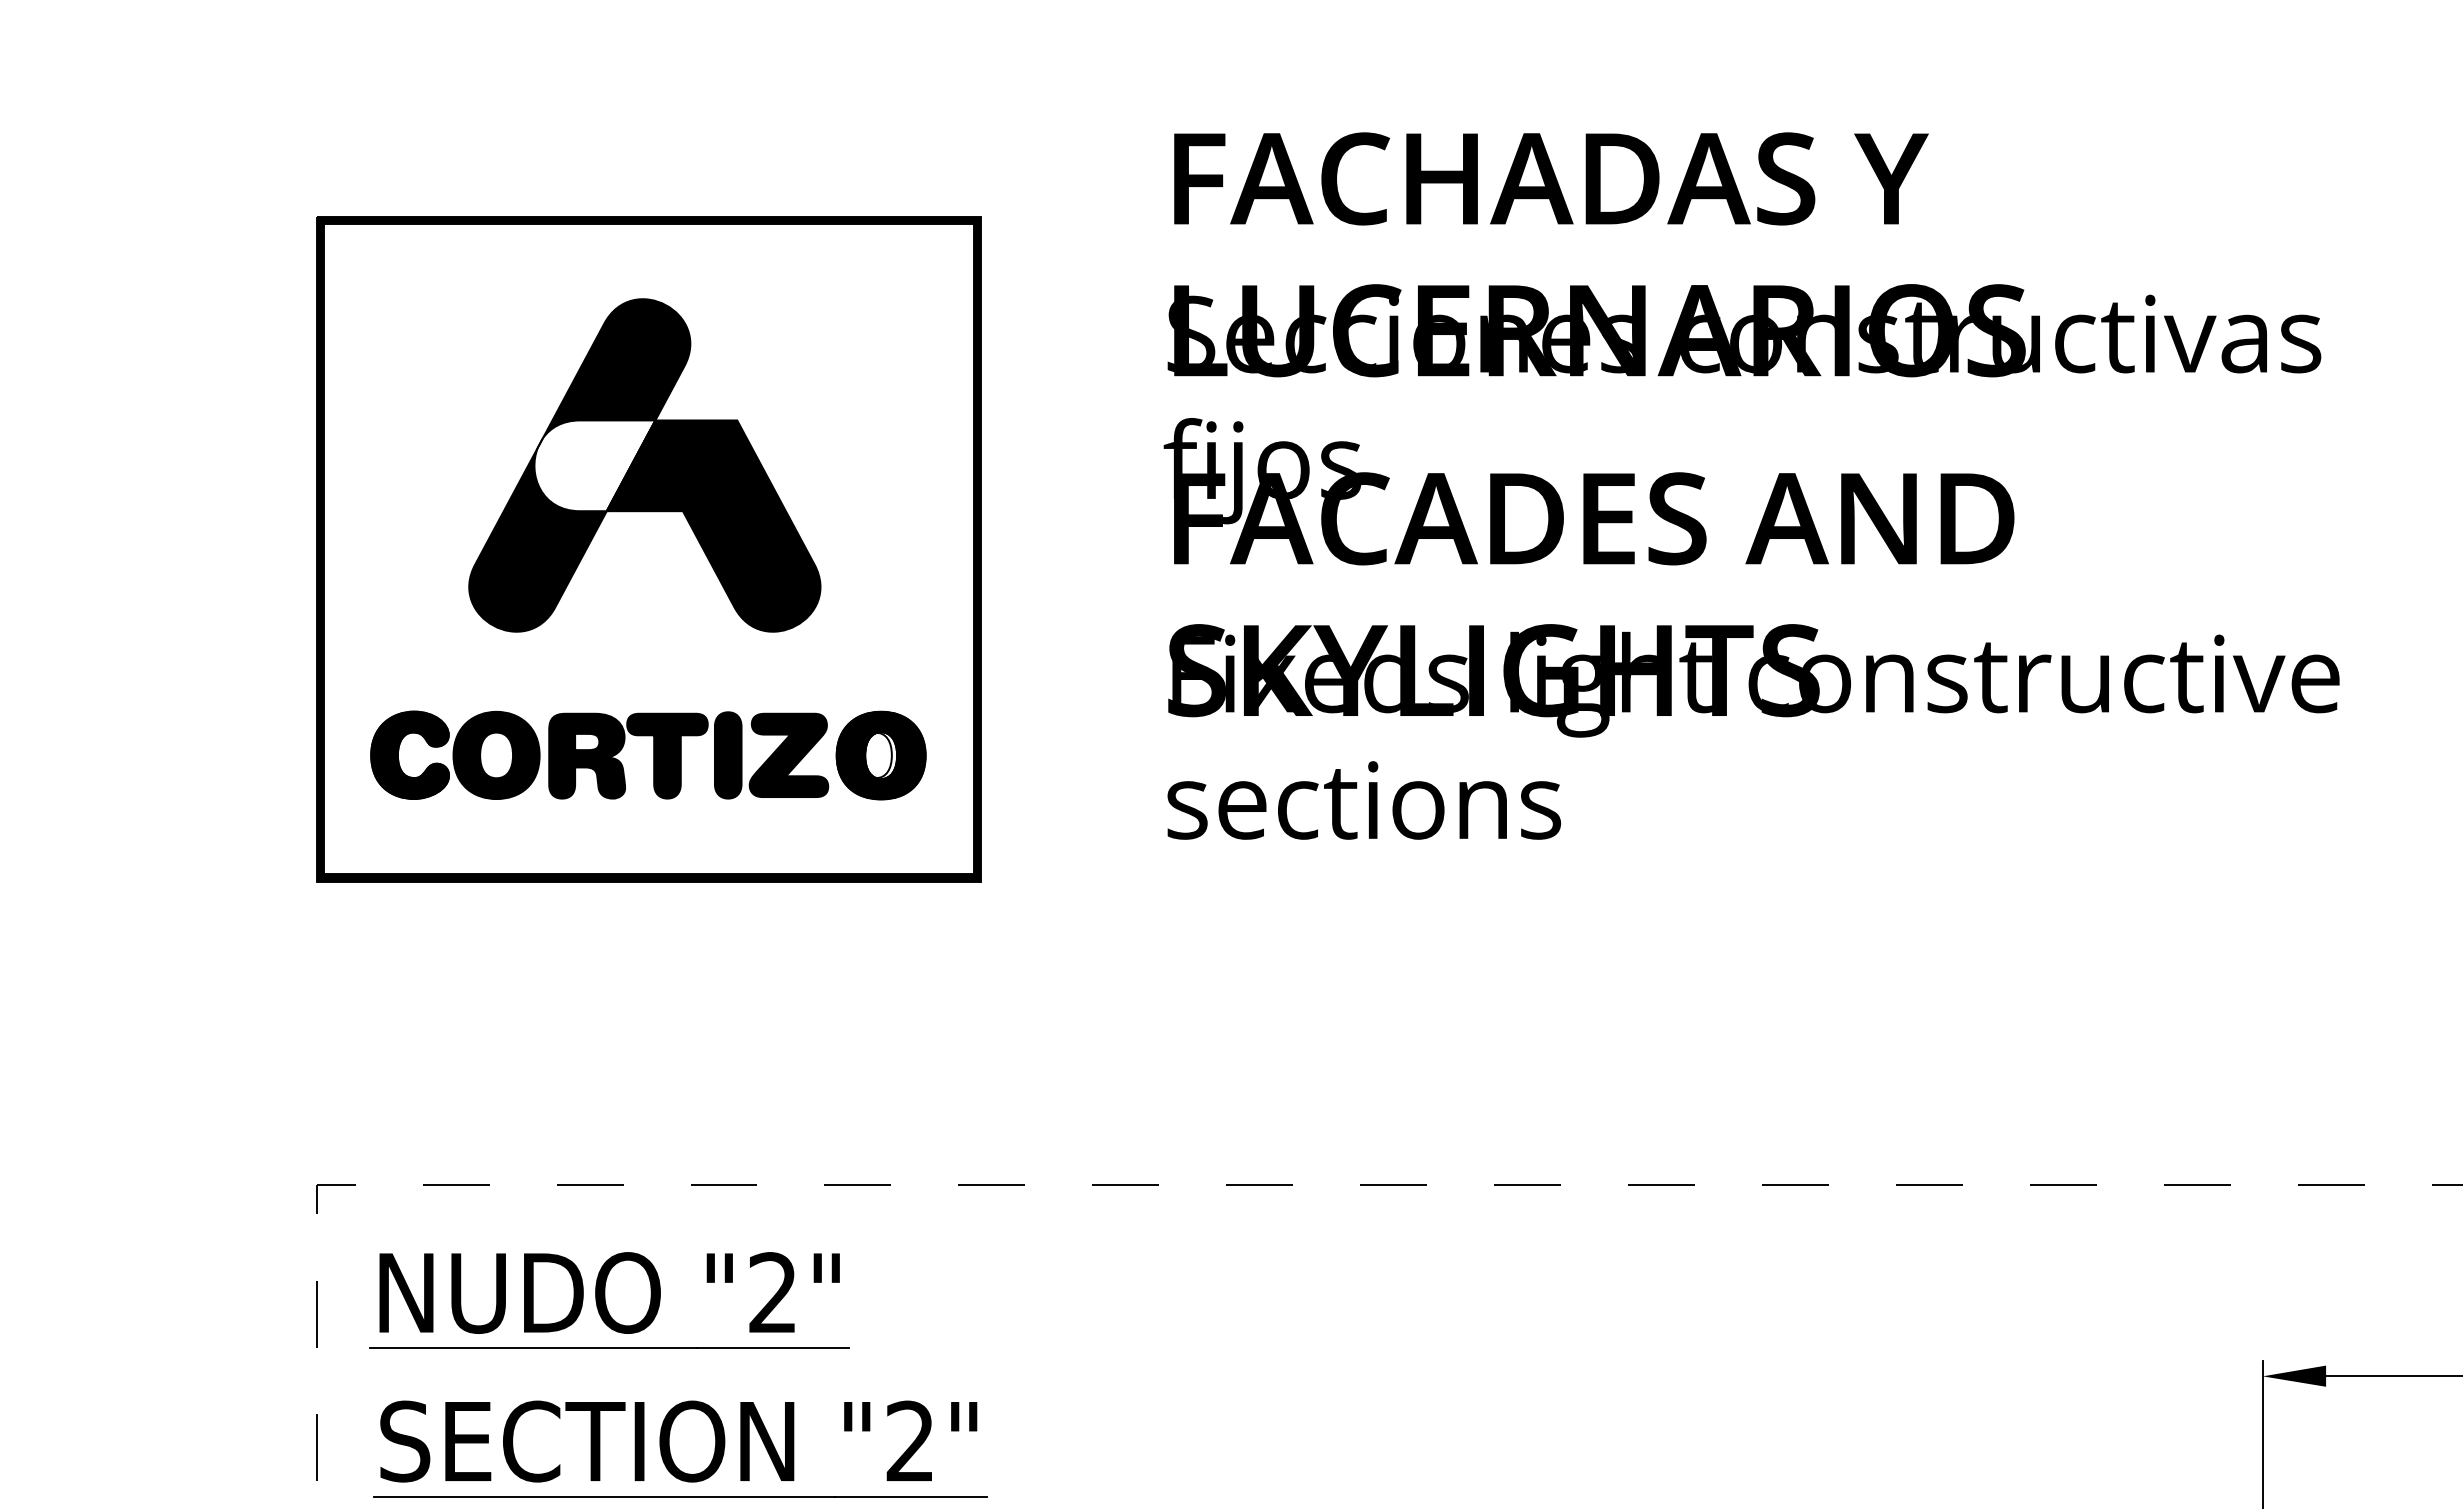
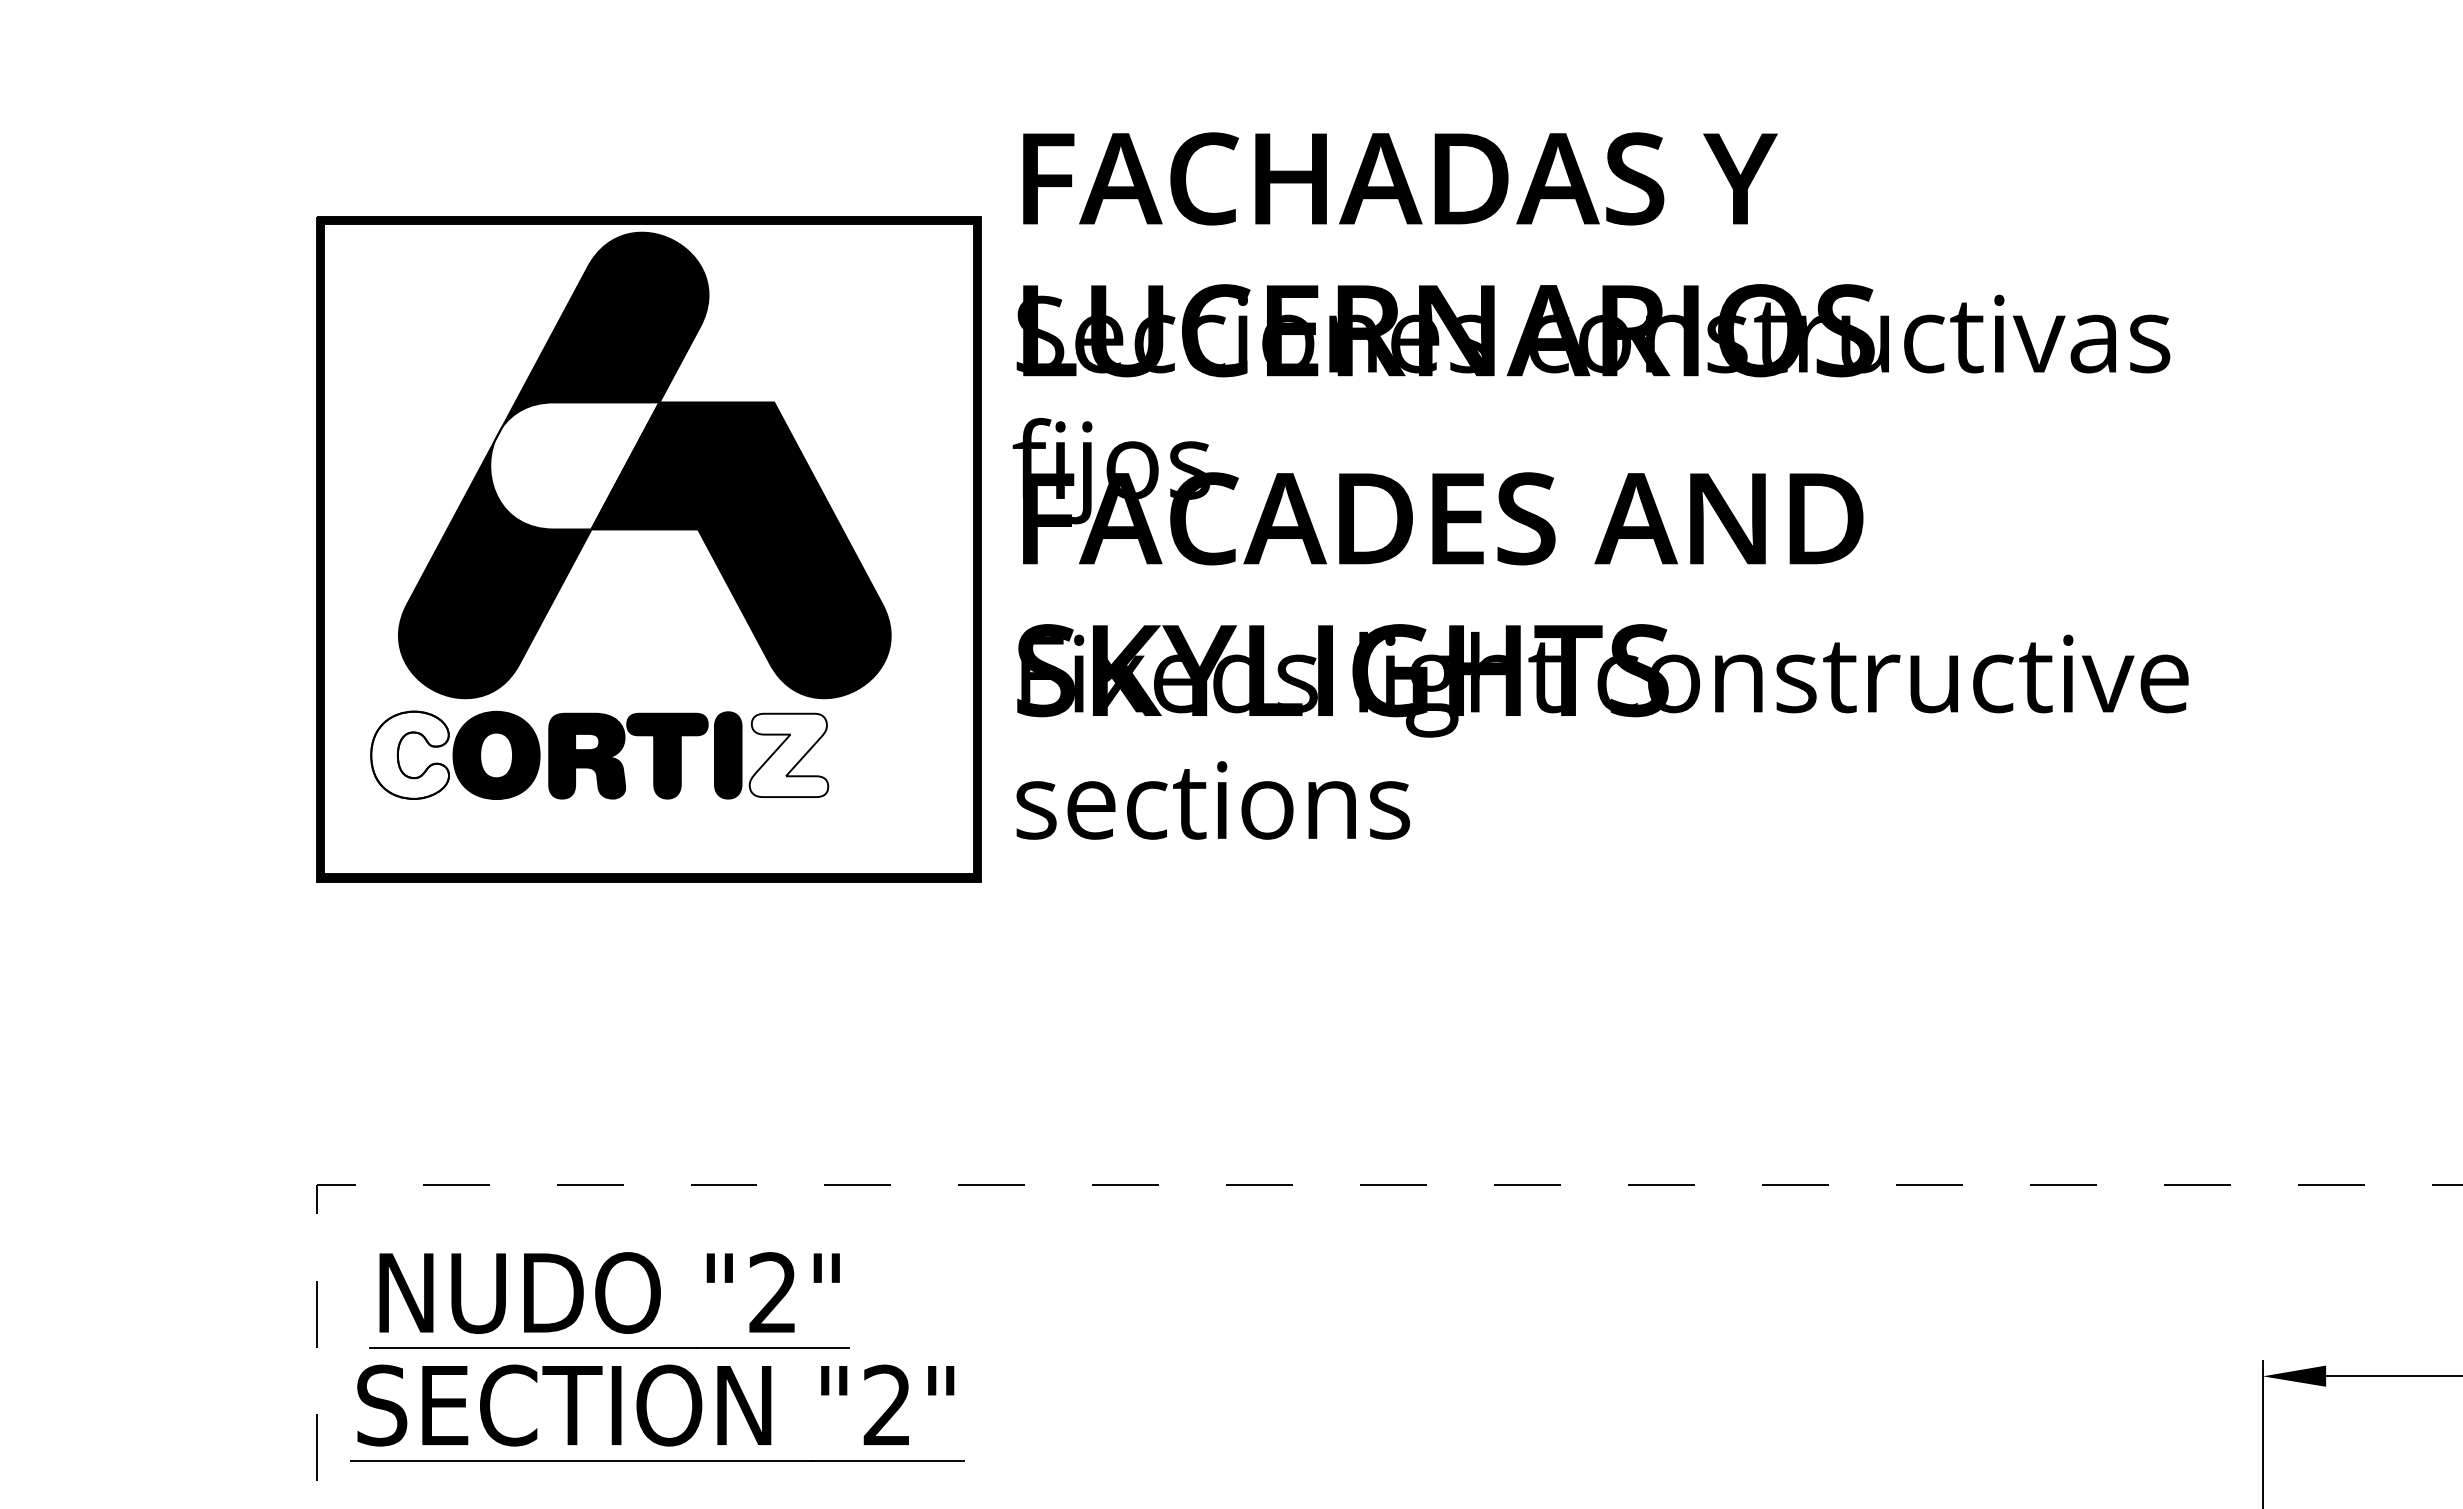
part at (644, 465) size: 354x335 px -> 494x469 px
text at (1751, 485) position: (1751, 485) -> (1600, 485)
fill at (410, 754): present -> none
fill at (788, 755): present -> none
part at (880, 755): present -> none
part at (680, 1448) position: (680, 1448) -> (657, 1412)
